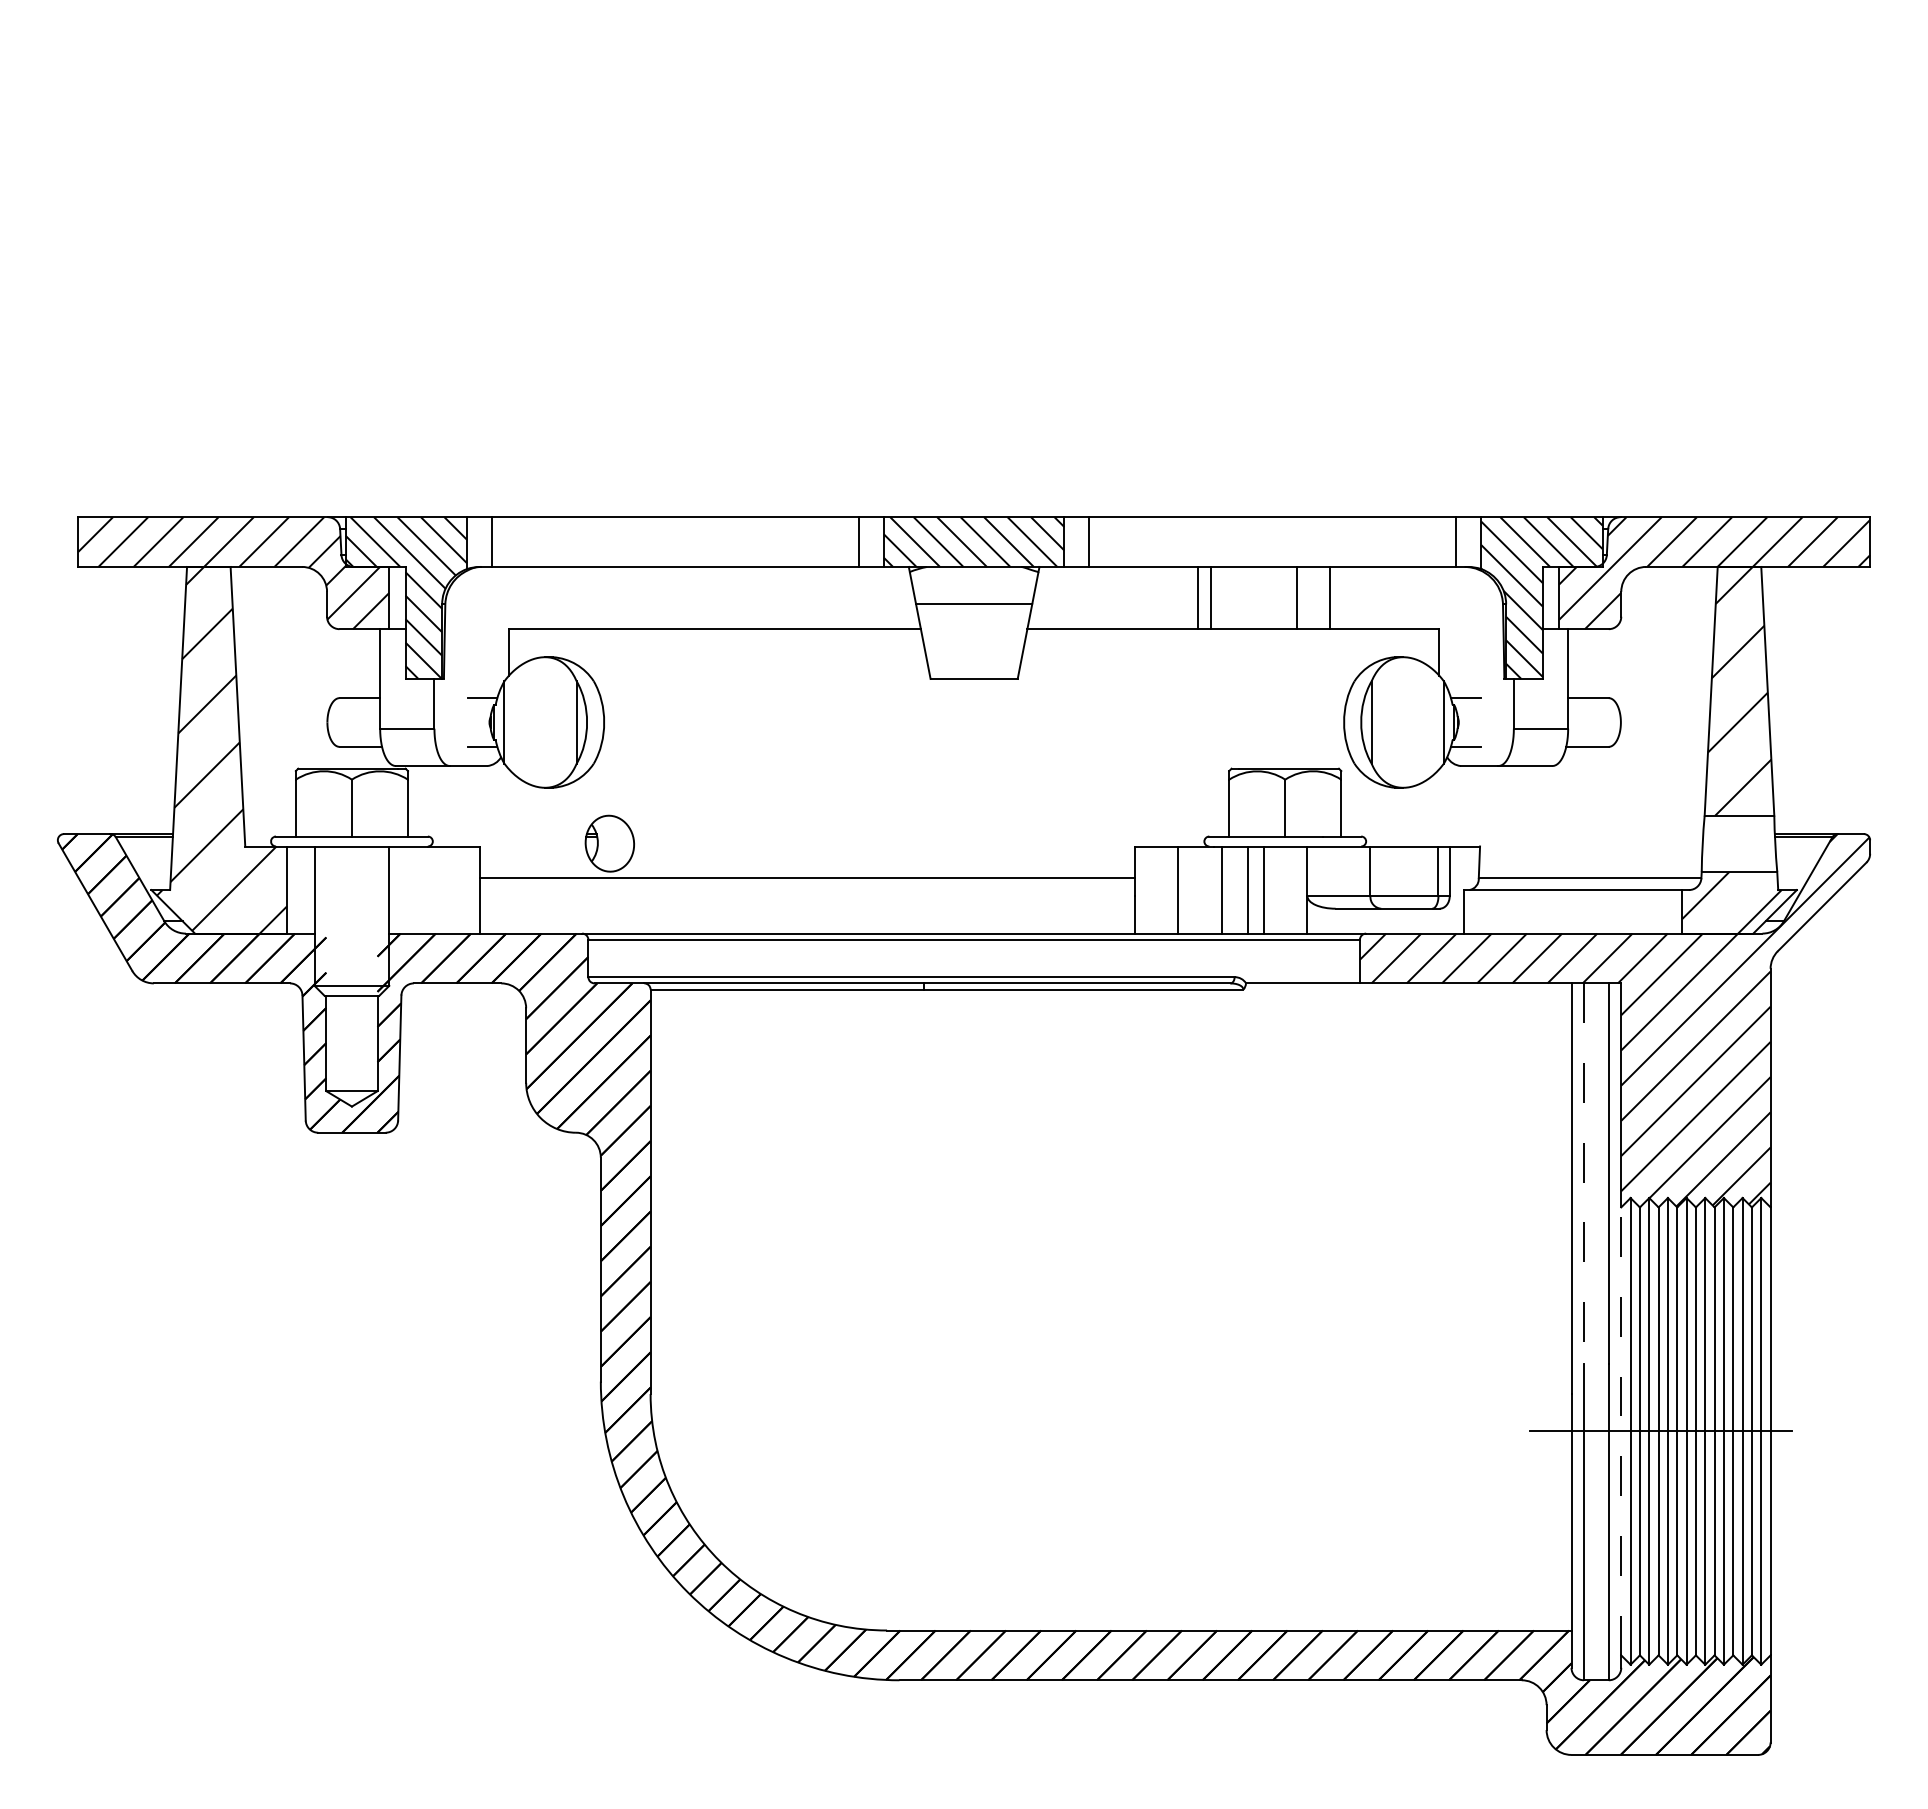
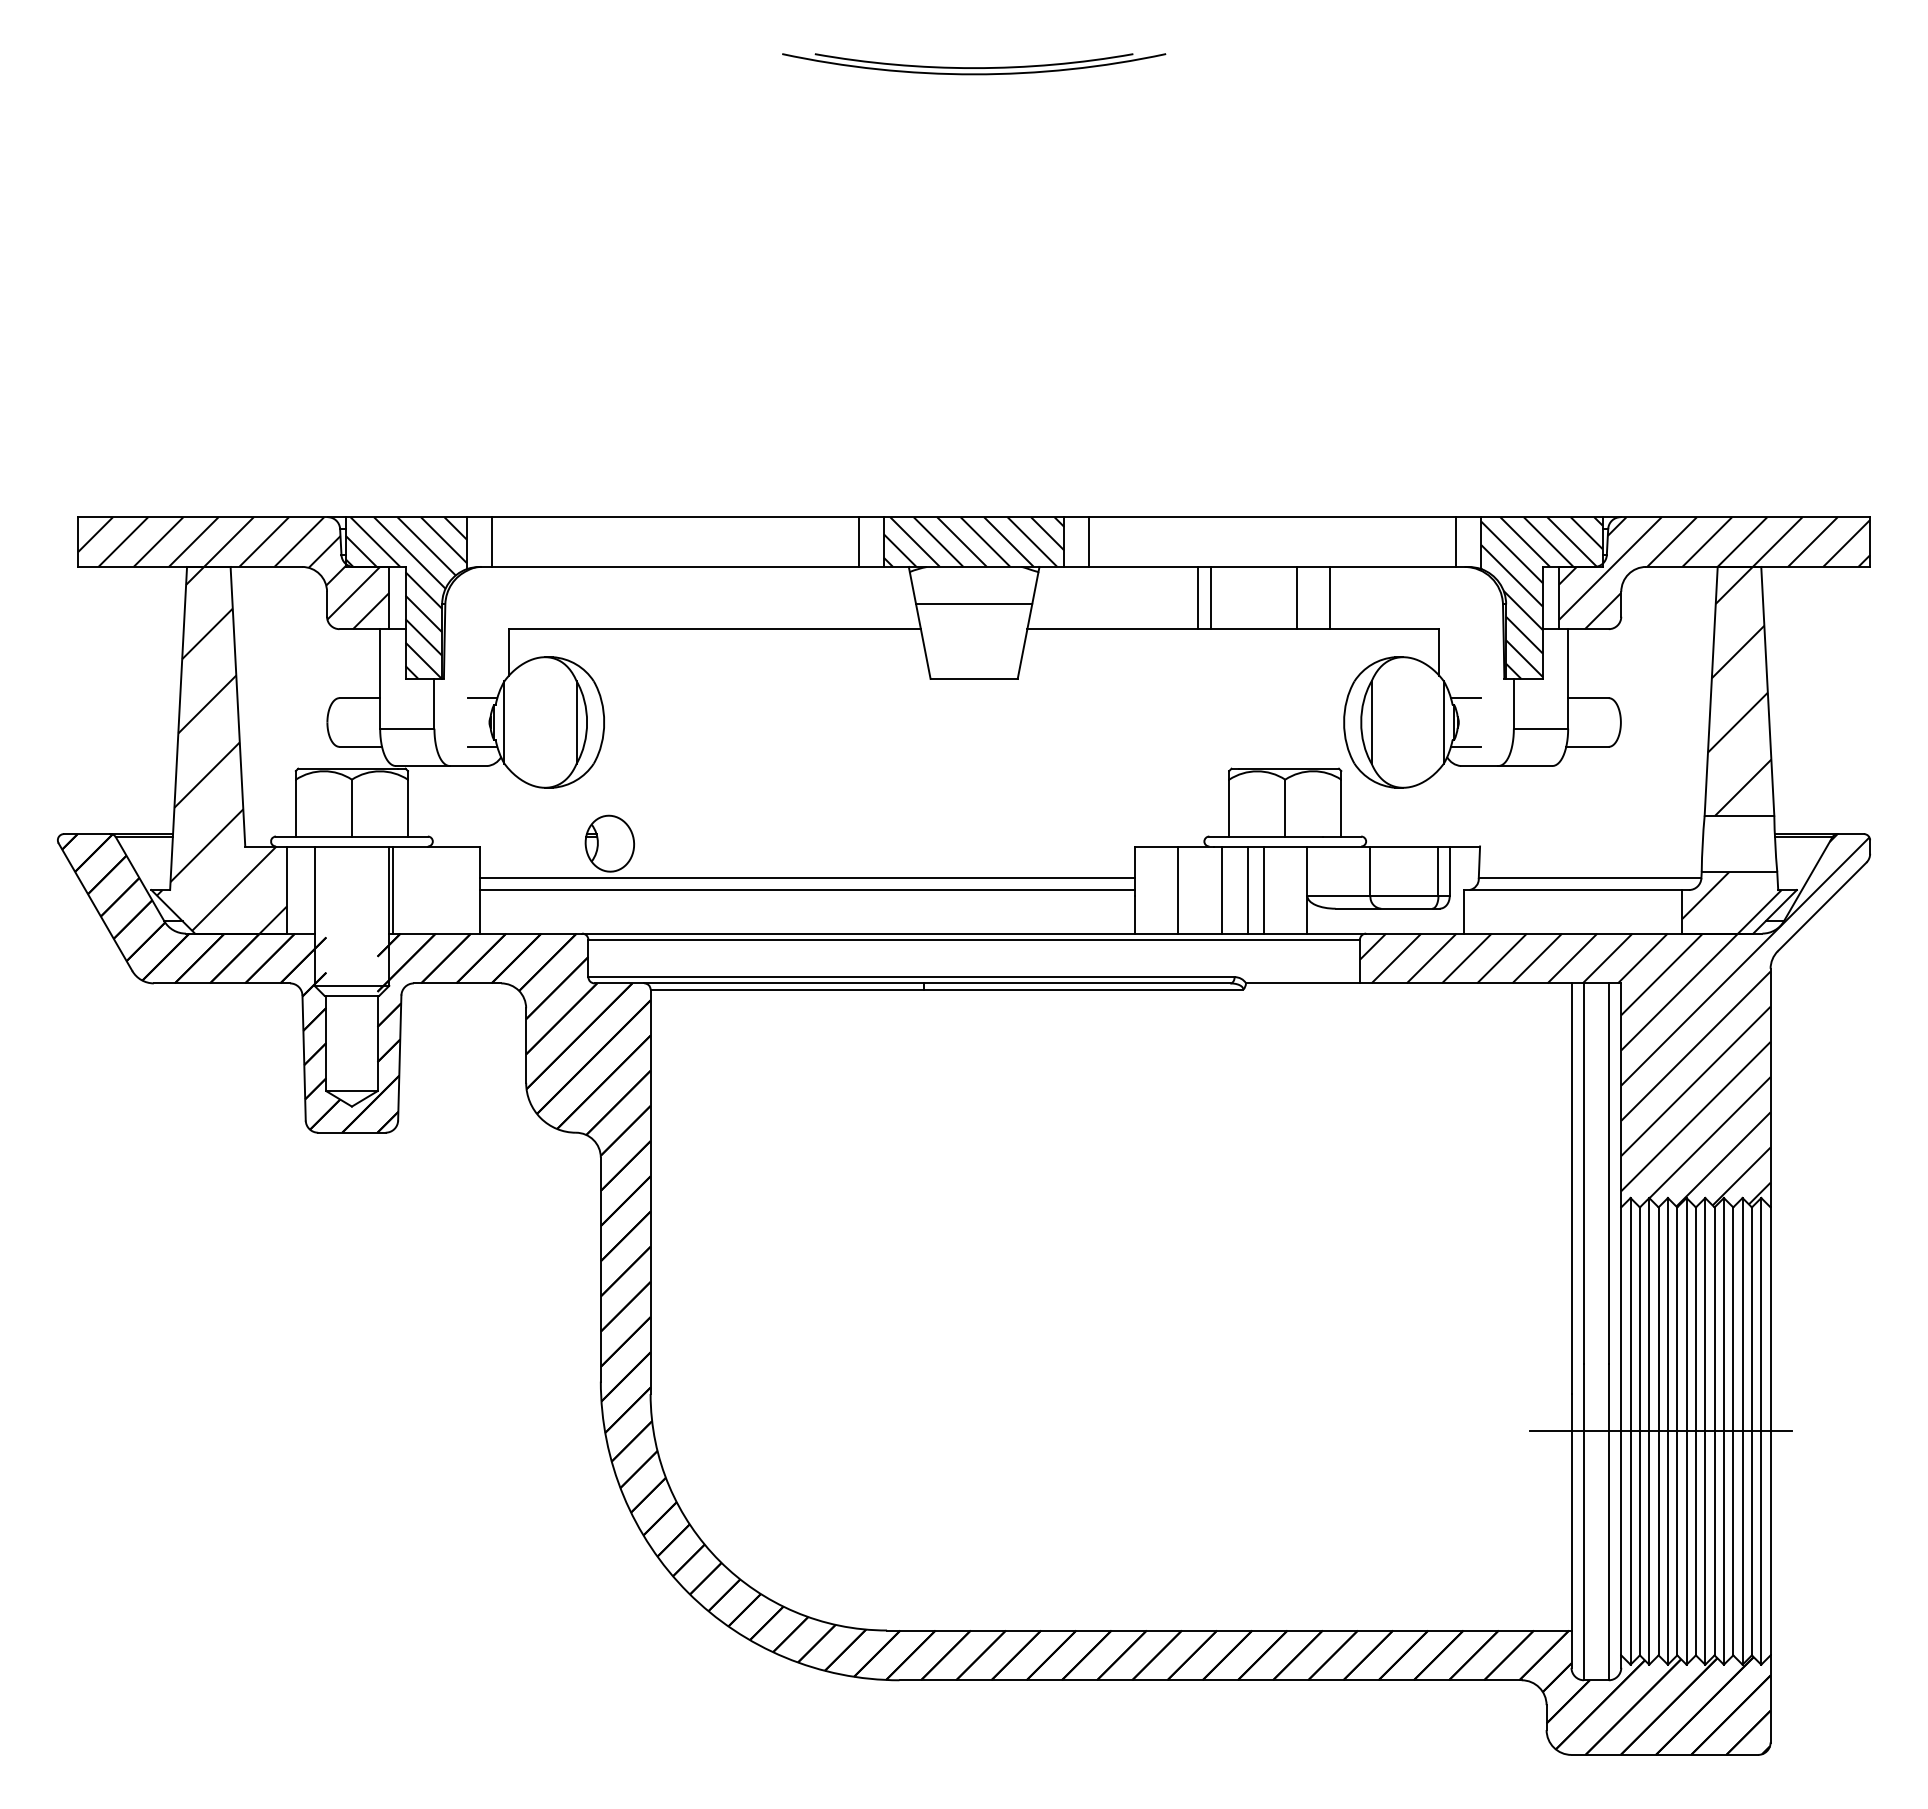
part at (974, 64): none -> present
line at (392, 889): none -> present
line at (807, 890): none -> present
line at (1583, 1174): dashed -> solid
line at (1621, 1431): dashed -> solid
